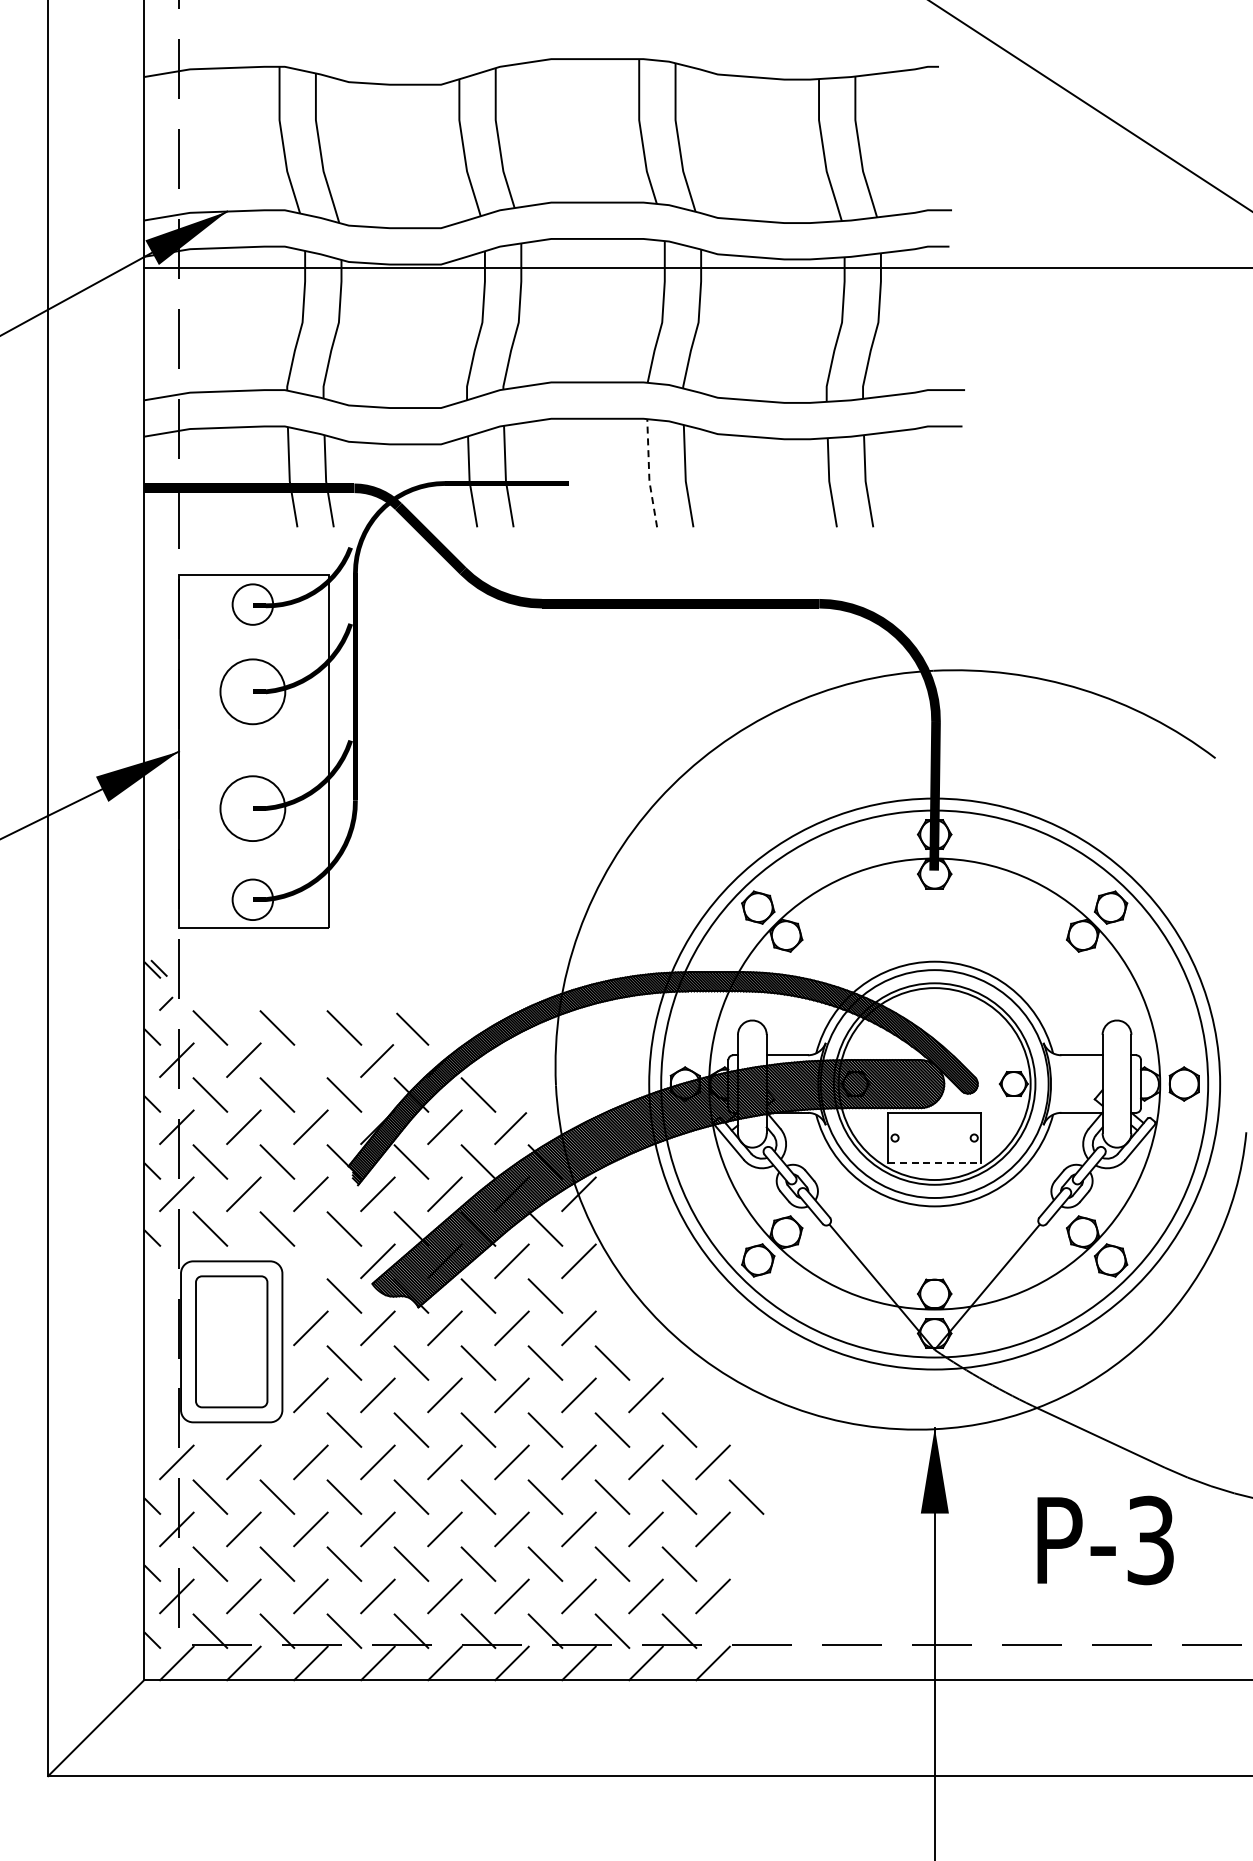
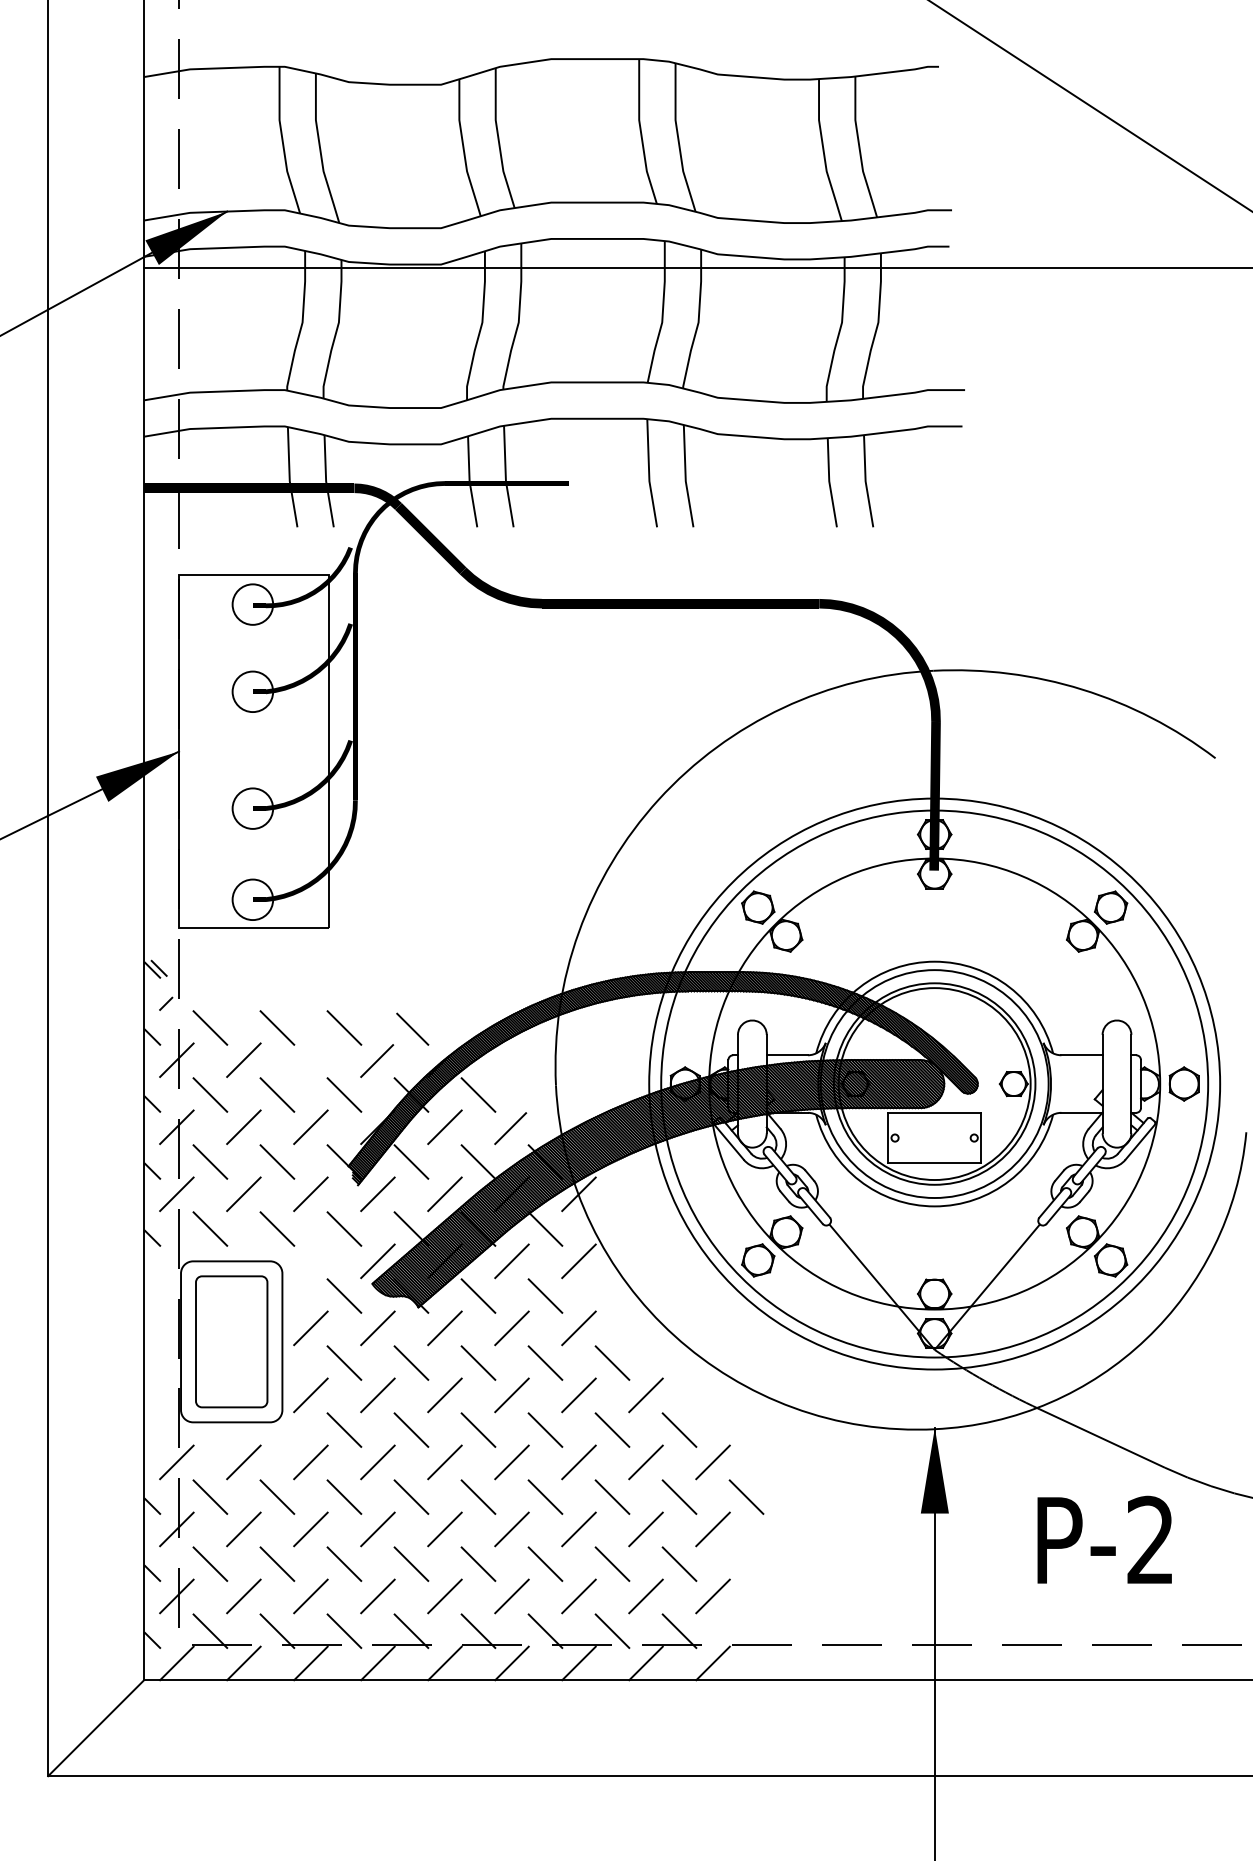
line at (649, 473): dashed -> solid
circle at (252, 691) diameter: 65 px -> 41 px
circle at (252, 808) diameter: 65 px -> 41 px
line at (934, 1163): dashed -> solid
text at (1150, 1540): P-3 -> P-2
